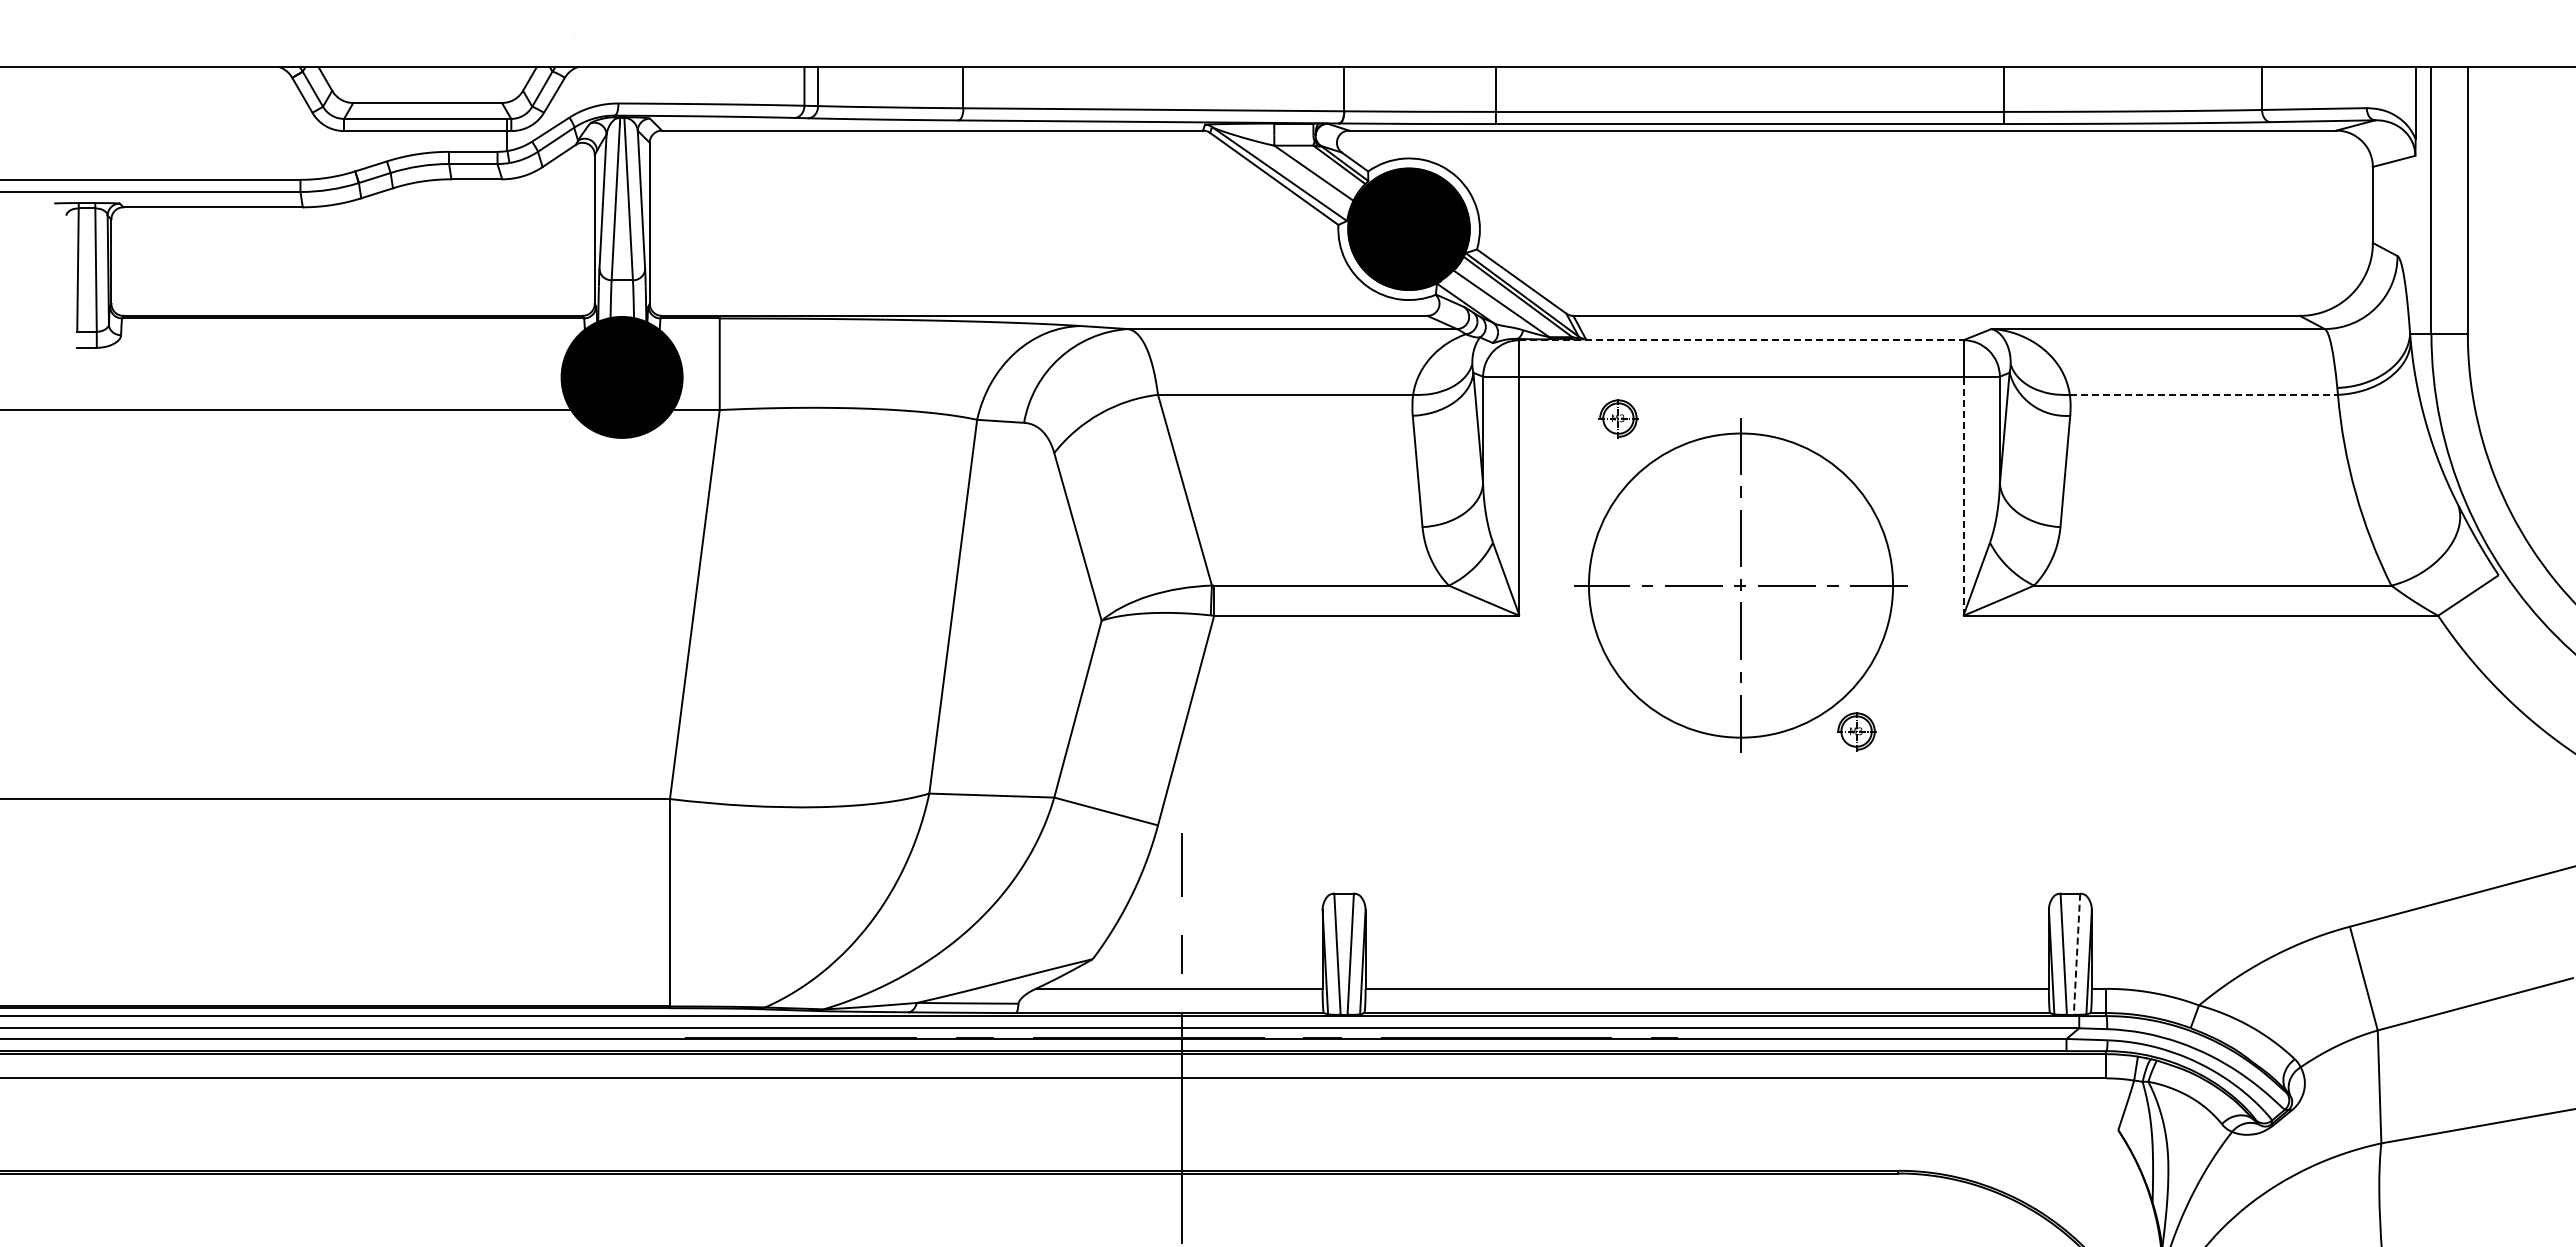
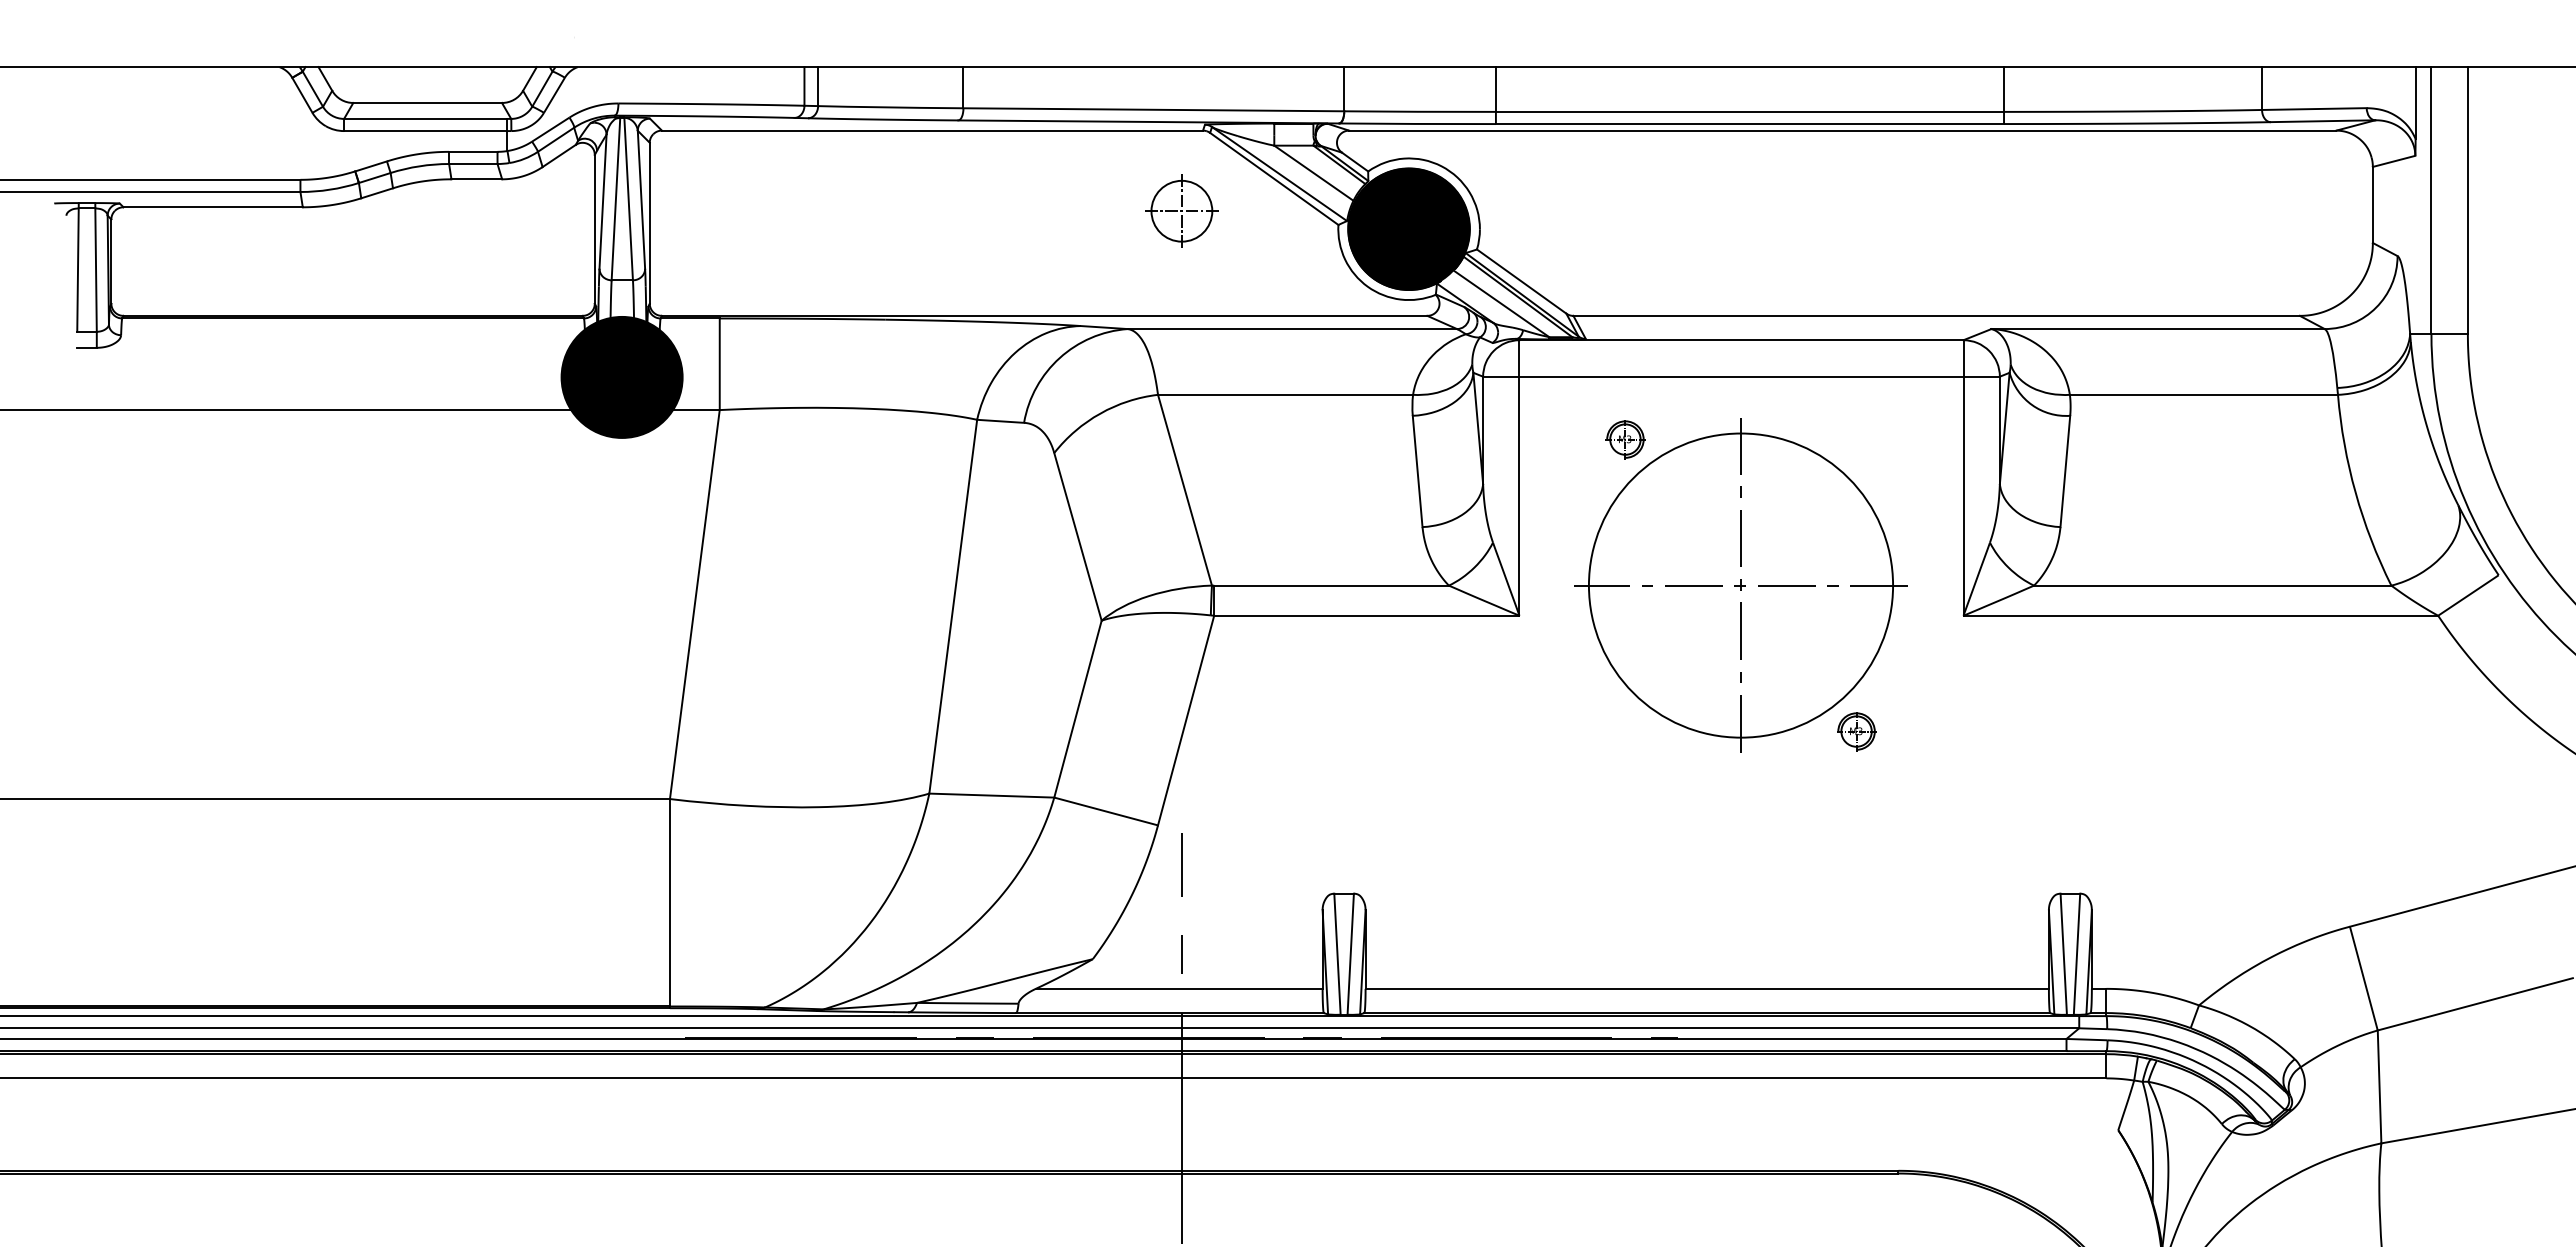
part at (1181, 210): none -> present
line at (1742, 340): dashed -> solid
line at (2204, 394): dashed -> solid
part at (1618, 418) position: (1618, 418) -> (1625, 439)
line at (1963, 496): dashed -> solid
line at (2077, 954): dashed -> solid
